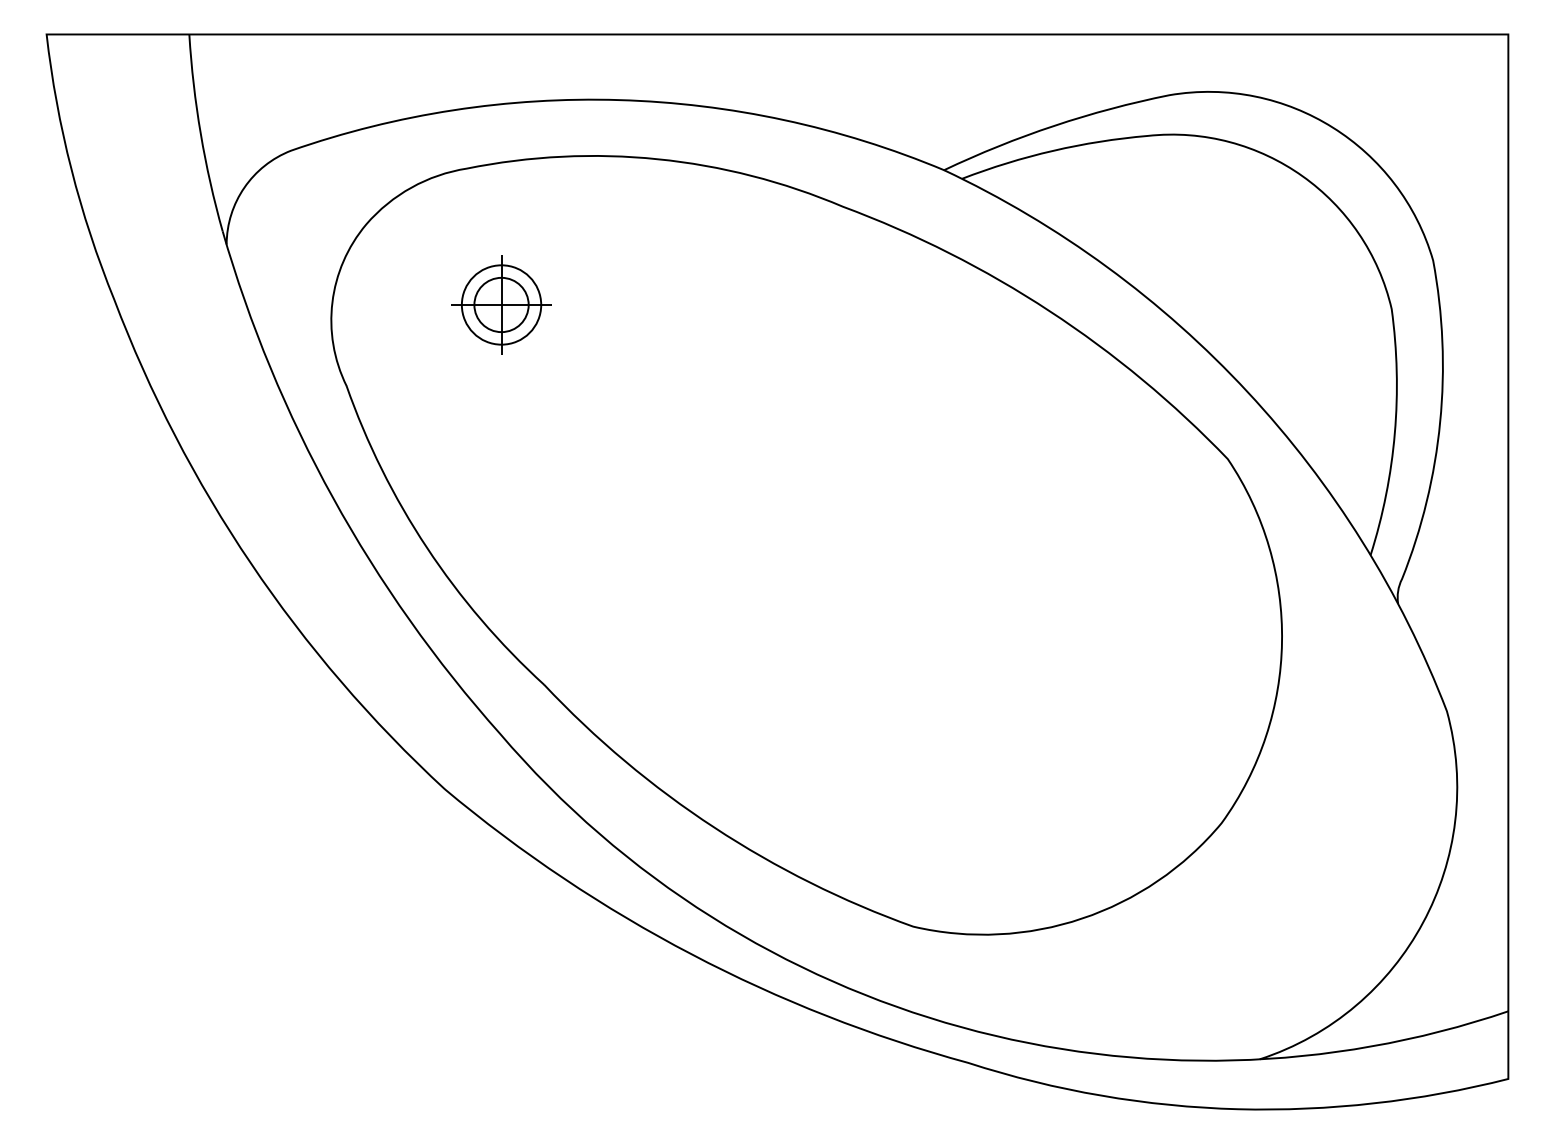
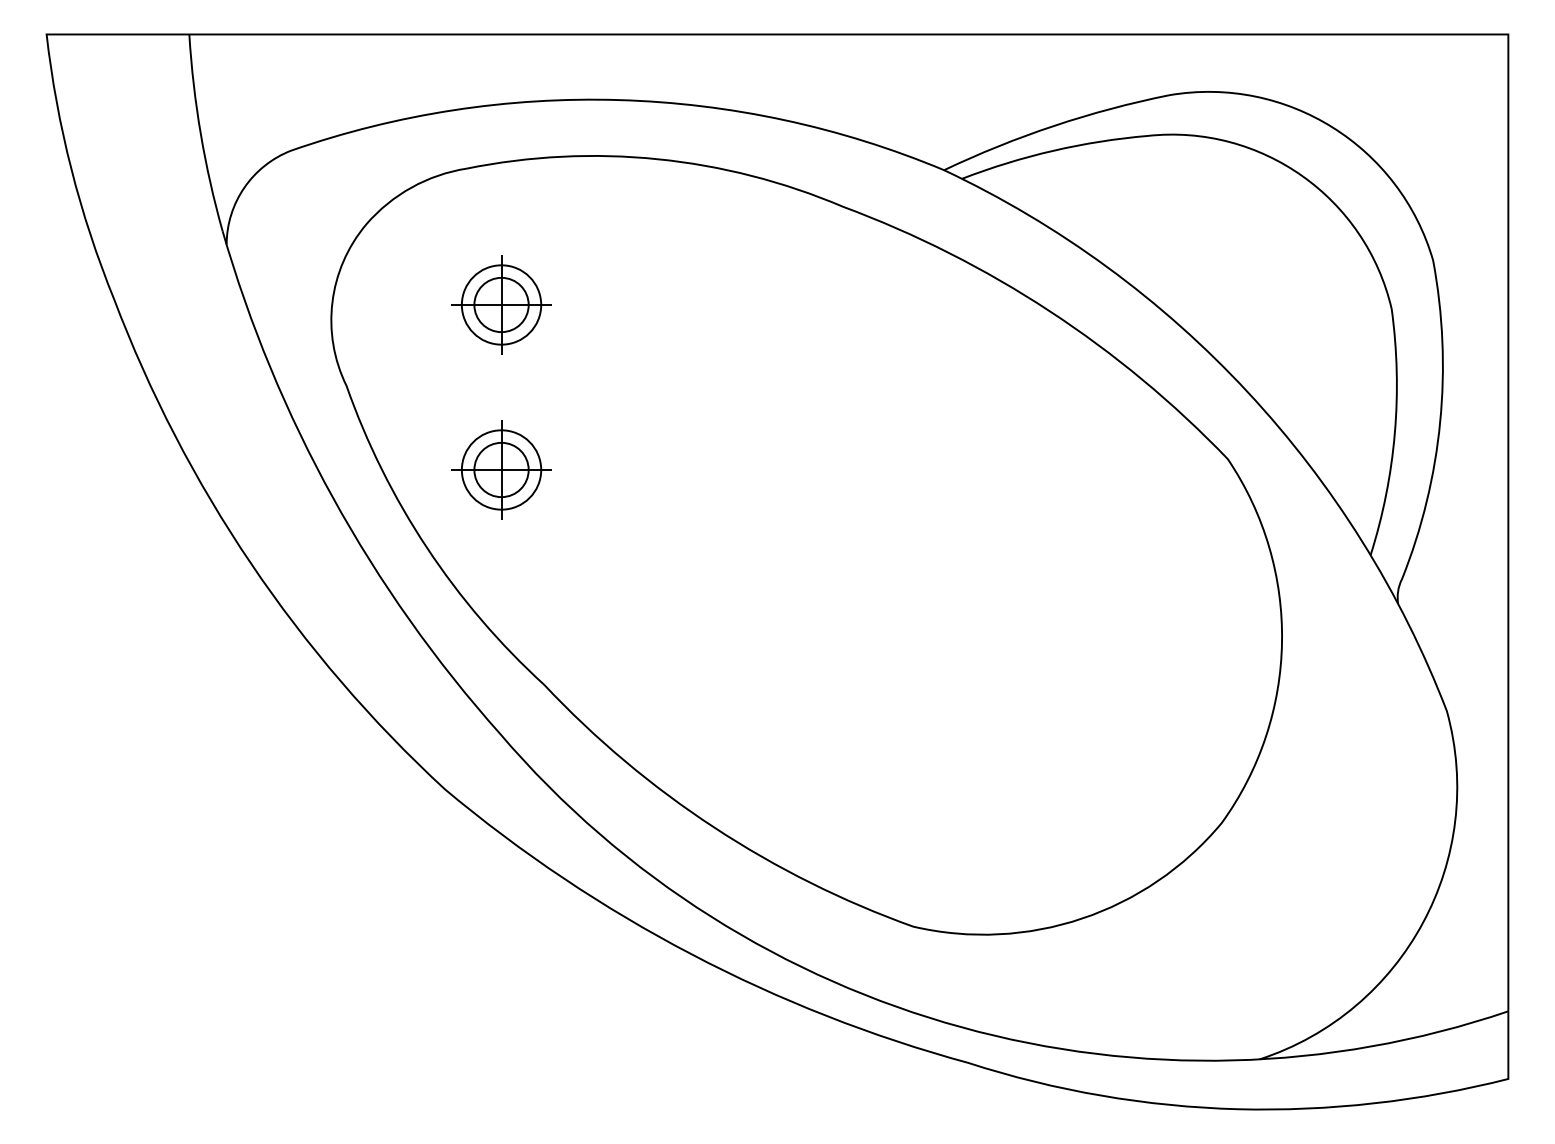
part at (501, 469): none -> present
